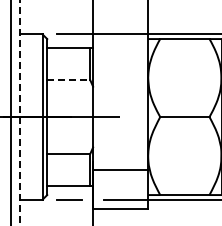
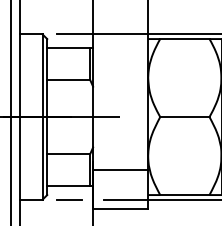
line at (68, 80): dashed -> solid
line at (19, 113): dashed -> solid
